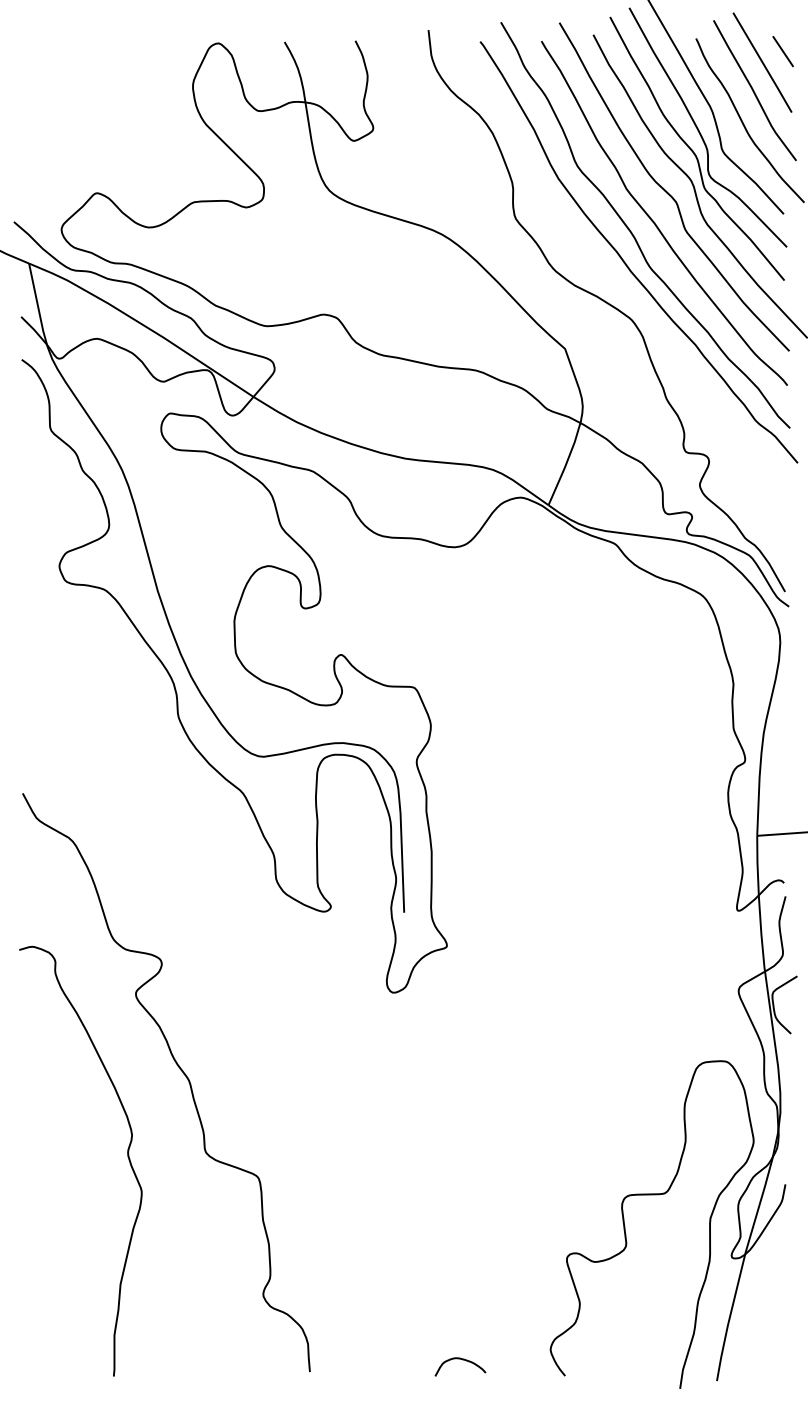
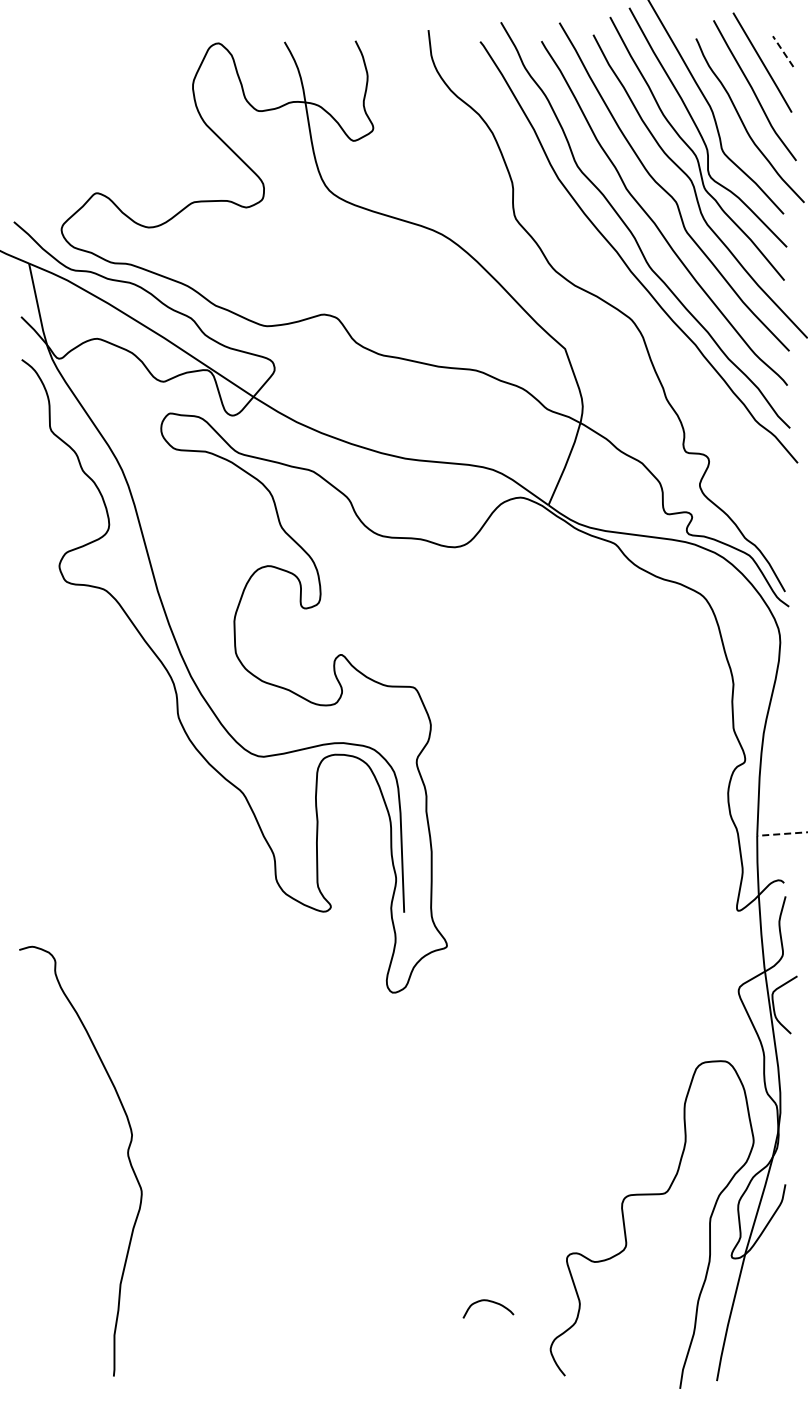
line at (782, 51): solid -> dashed
line at (781, 834): solid -> dashed
curve at (180, 1070): present -> none
curve at (462, 1360) position: (462, 1360) -> (490, 1302)
